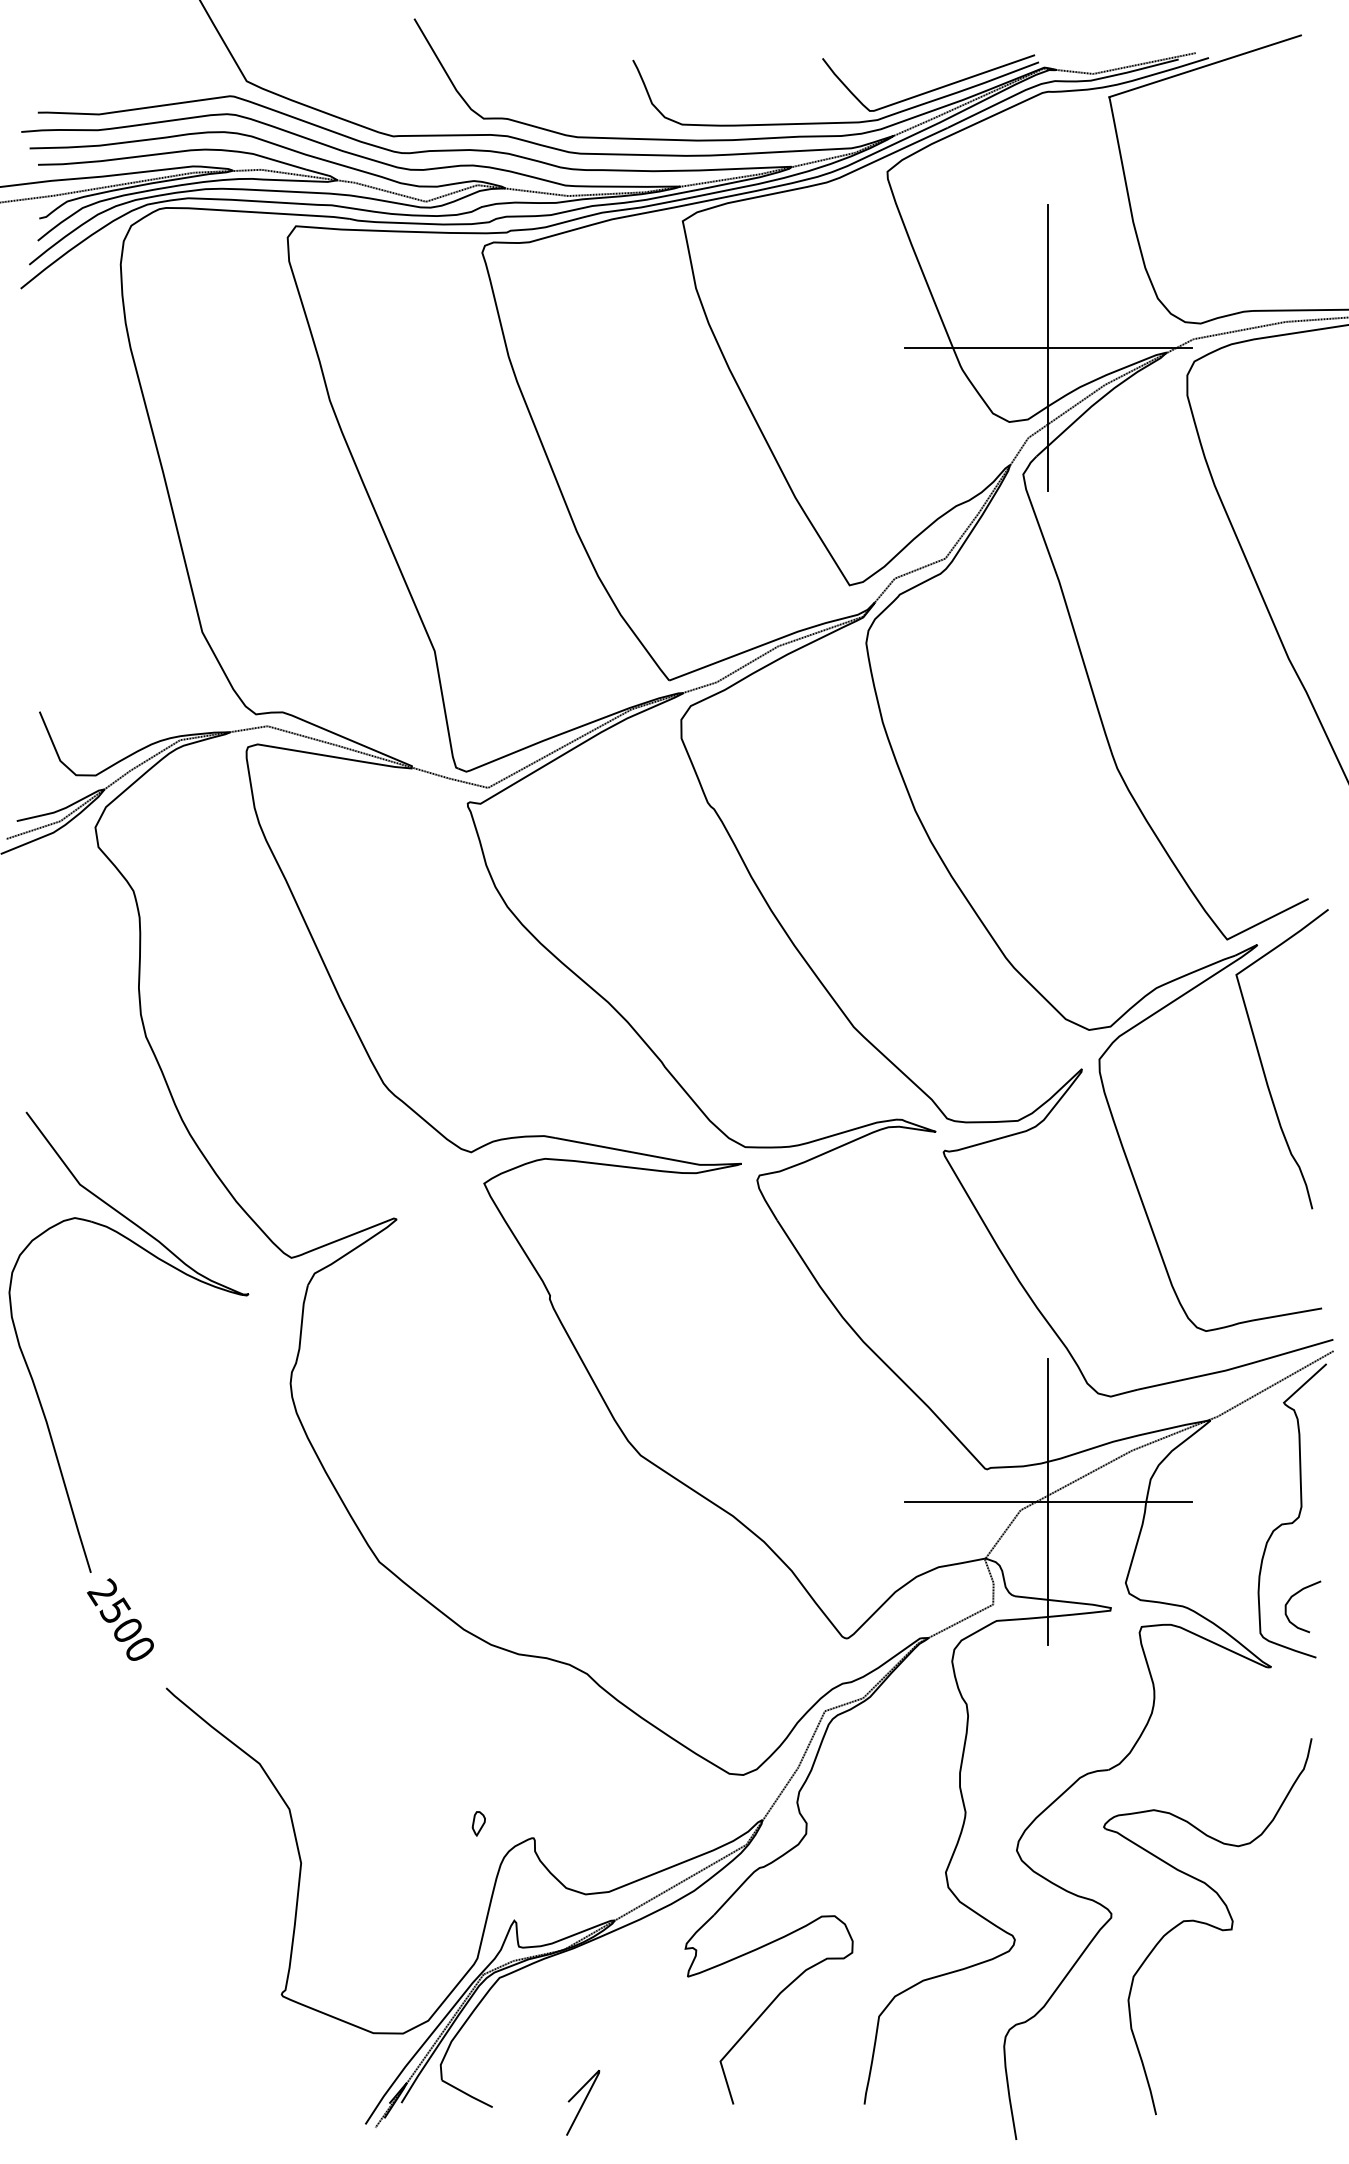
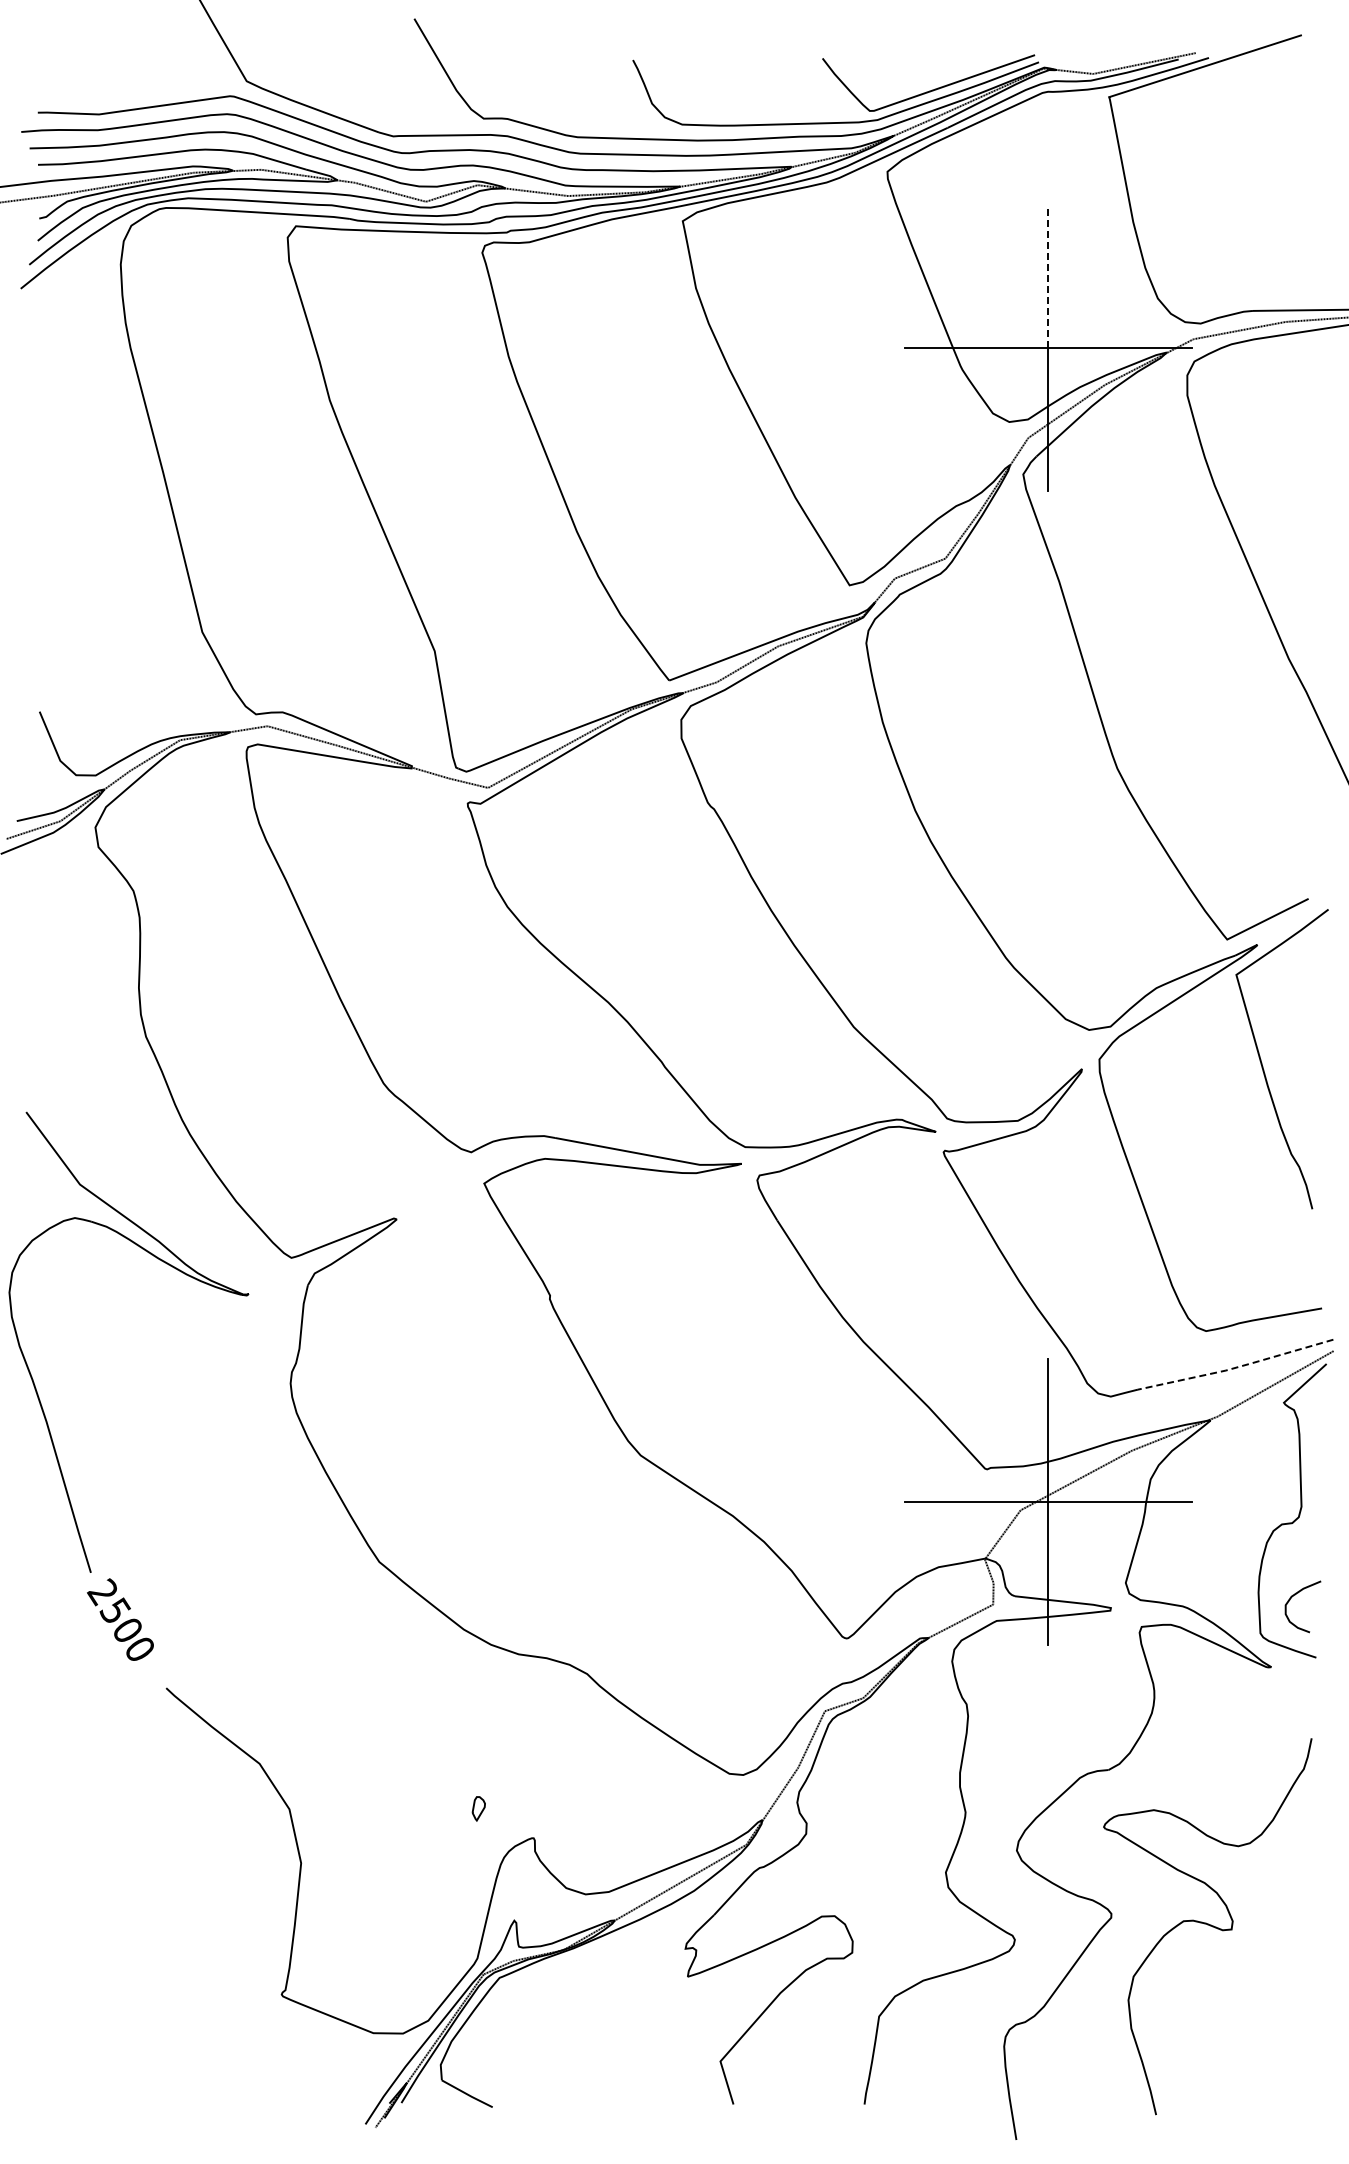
line at (1048, 276): solid -> dashed
line at (1236, 1367): solid -> dashed
part at (478, 1823) position: (478, 1823) -> (478, 1808)
line at (583, 2102): present -> none
